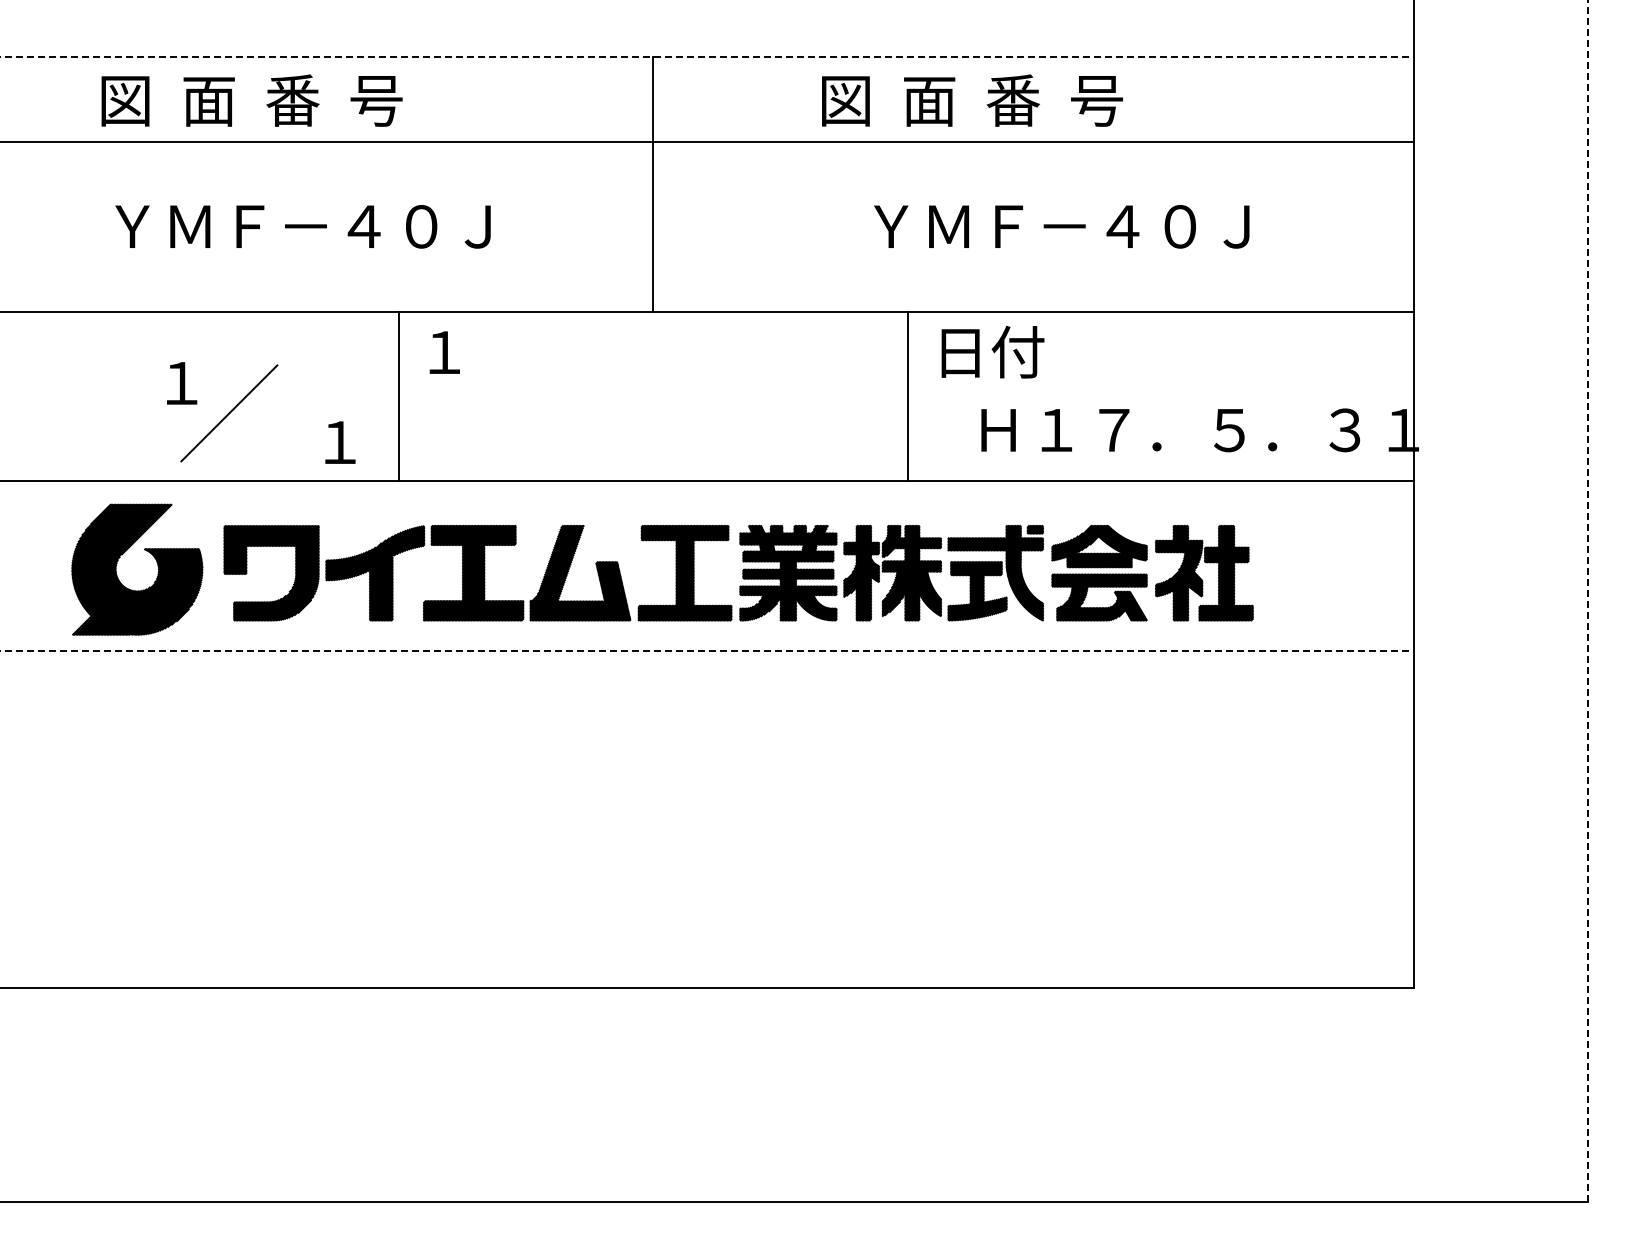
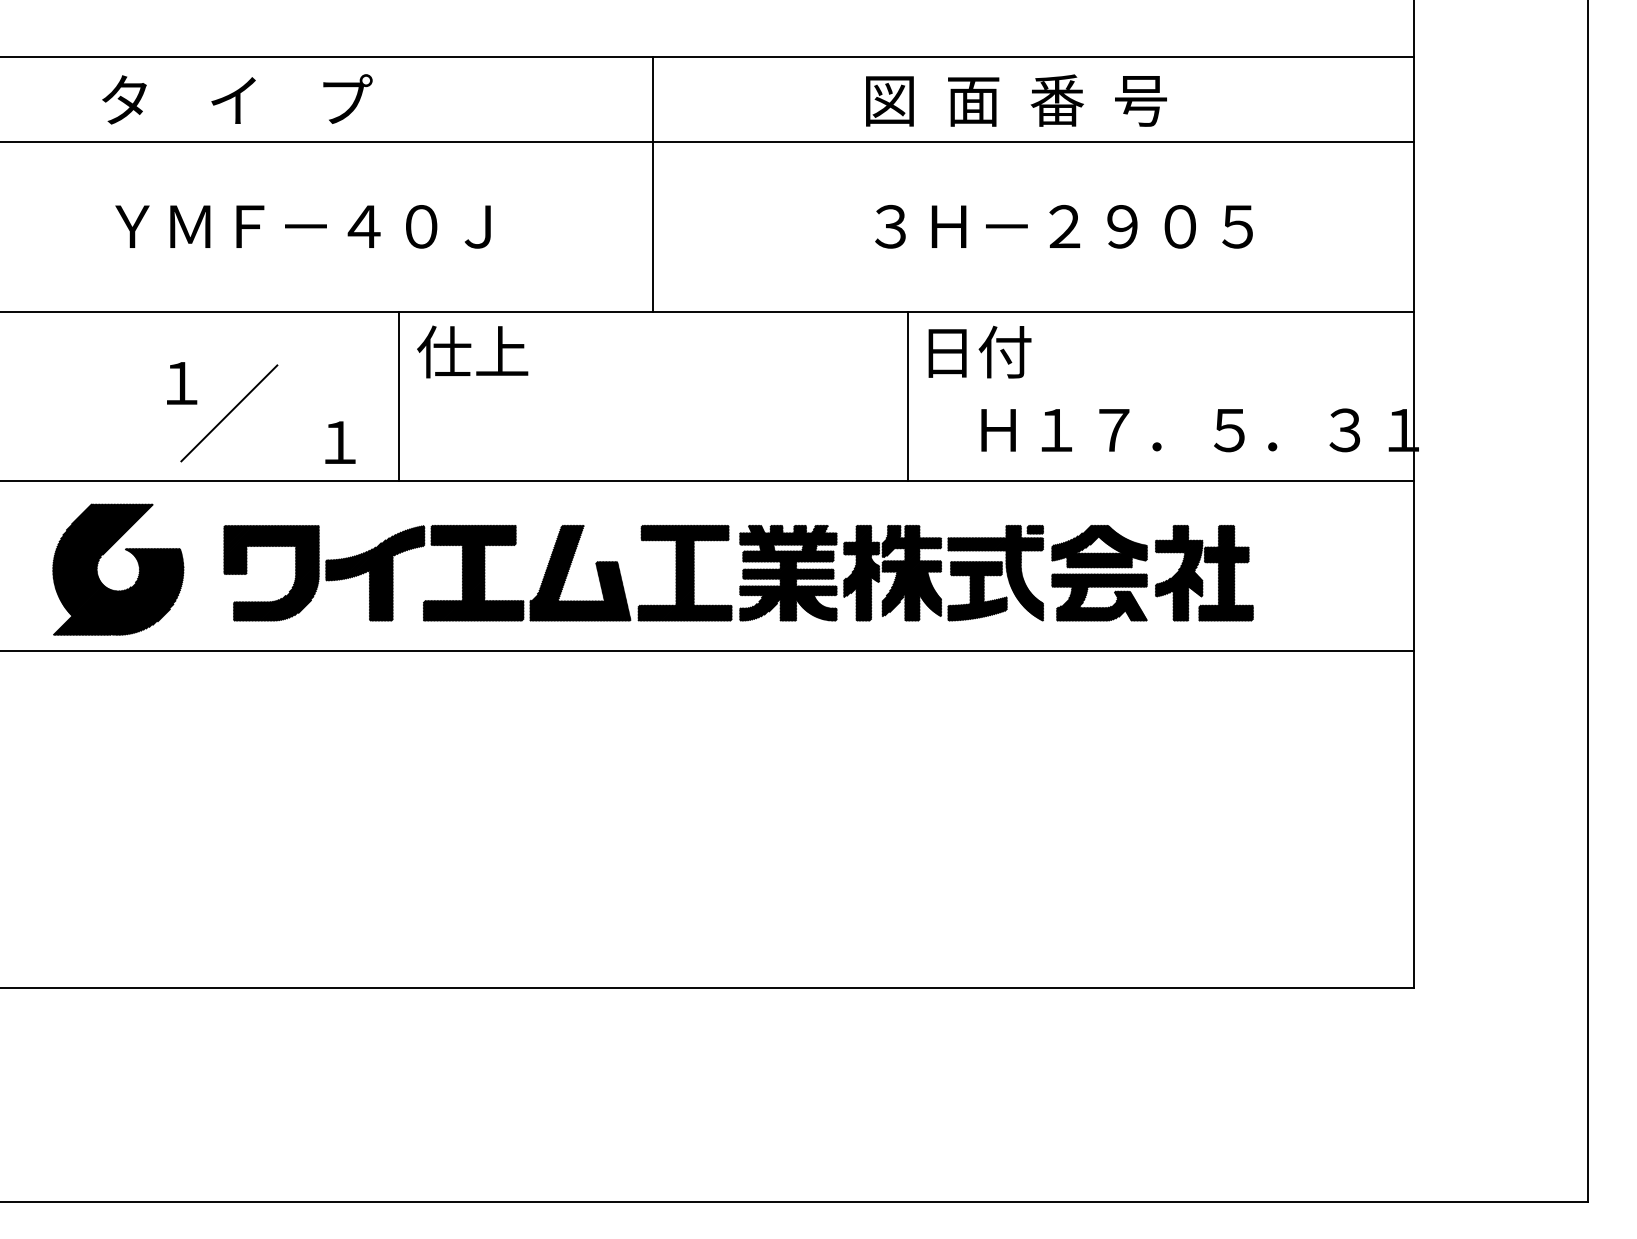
line at (707, 57): dashed -> solid
text at (251, 100): 図  面  番  号 -> タ    イ    プ
text at (972, 100) position: (972, 100) -> (1016, 100)
text at (1063, 226): ＹＭＦ－４０Ｊ -> ３Ｈ－２９０５
text at (472, 351): １ -> 仕上
text at (992, 351) position: (992, 351) -> (979, 351)
part at (149, 553) position: (149, 553) -> (130, 553)
line at (1587, 600): dashed -> solid
line at (707, 650): dashed -> solid
